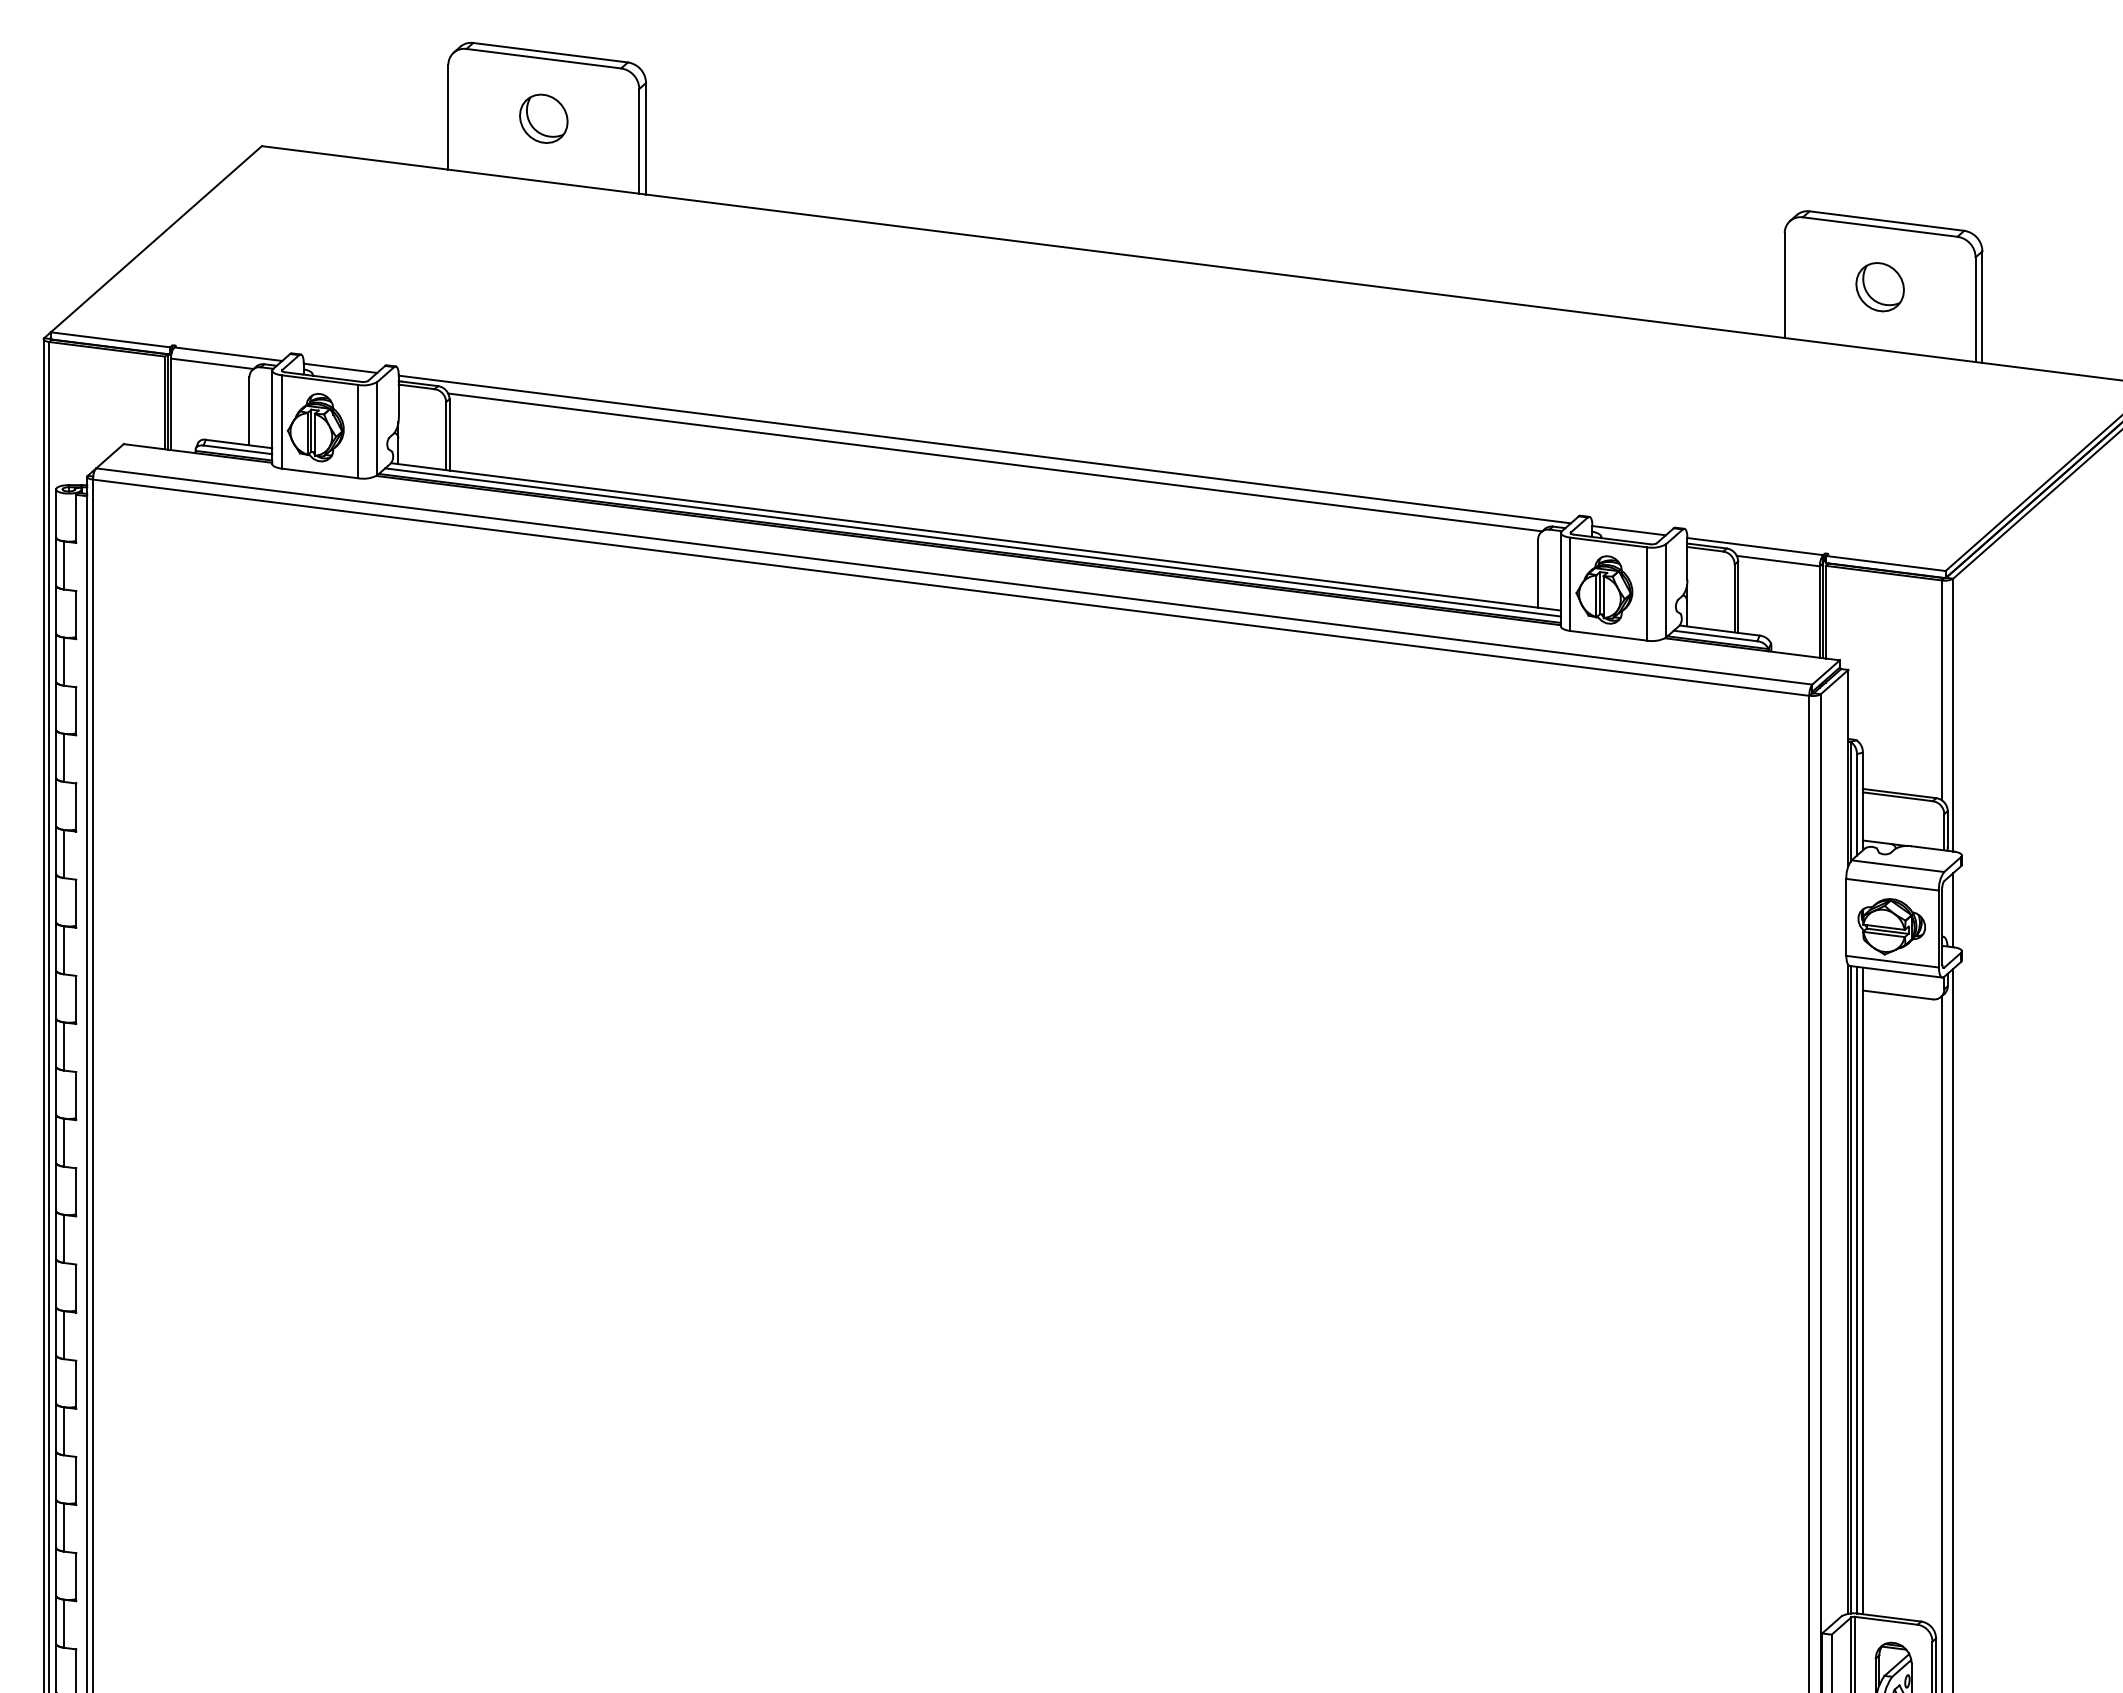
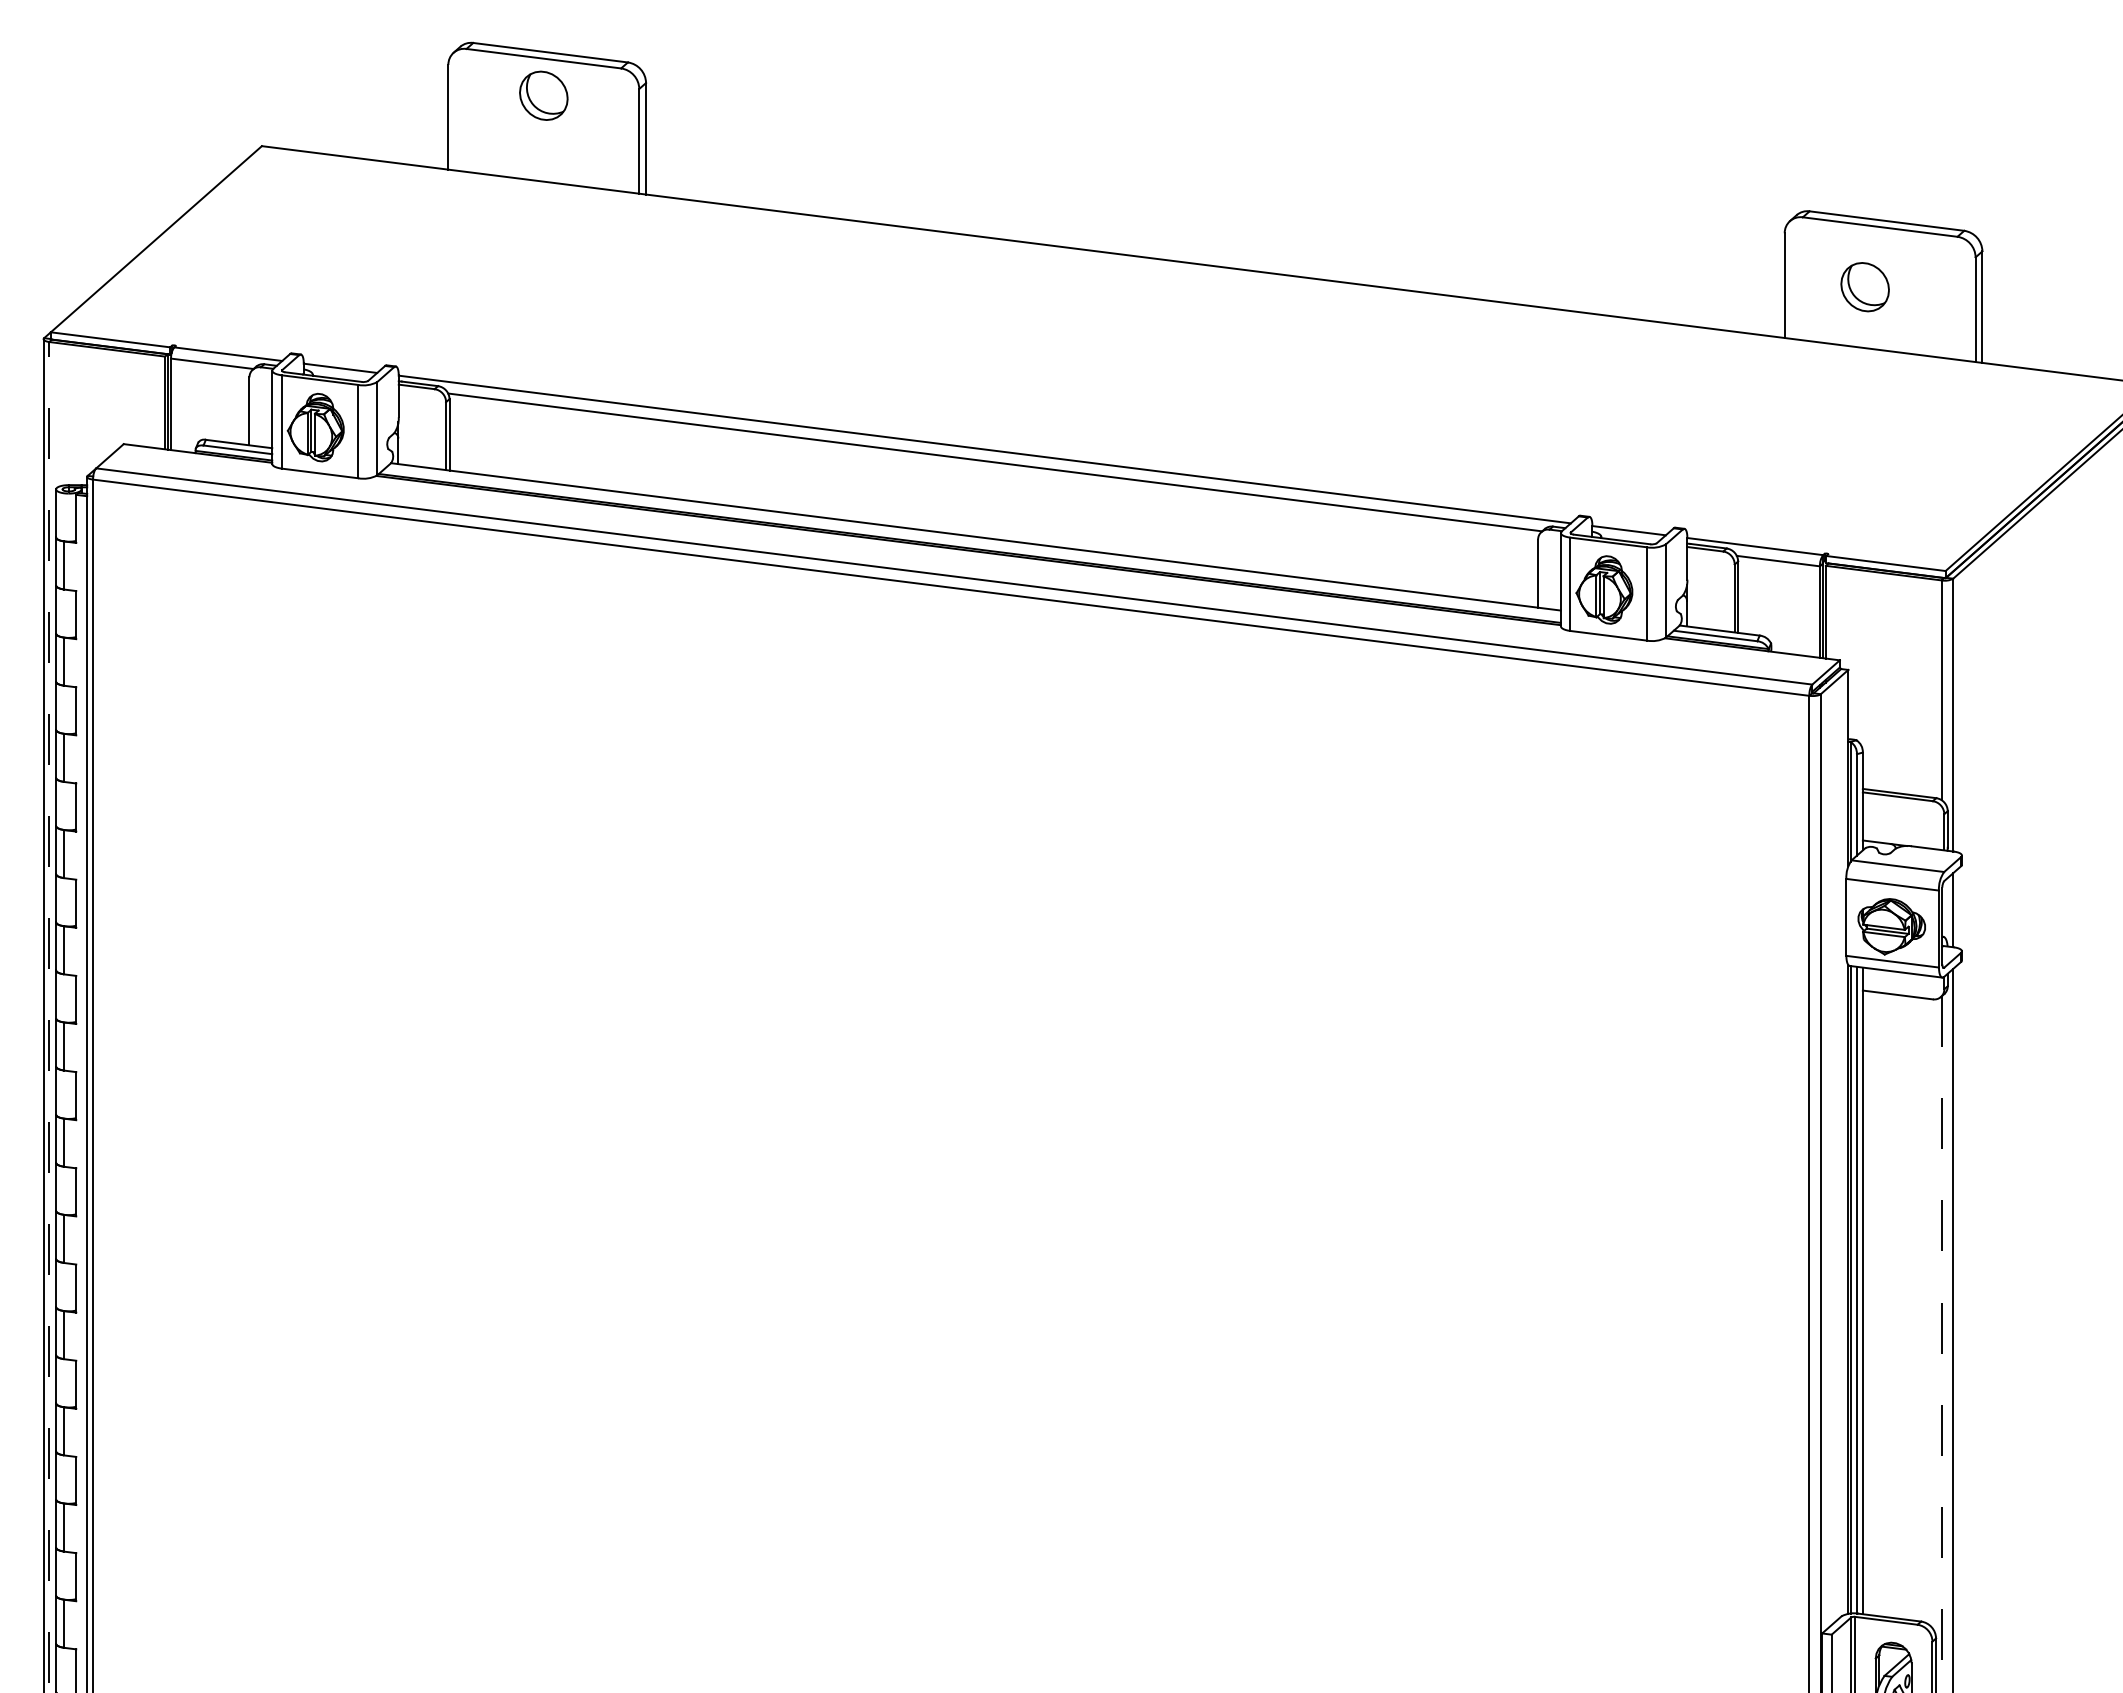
part at (543, 118) position: (543, 118) -> (543, 95)
part at (1879, 287) position: (1879, 287) -> (1864, 287)
line at (972, 542): present -> none
line at (49, 1017): solid -> dashed
line at (1941, 1345): solid -> dashed
